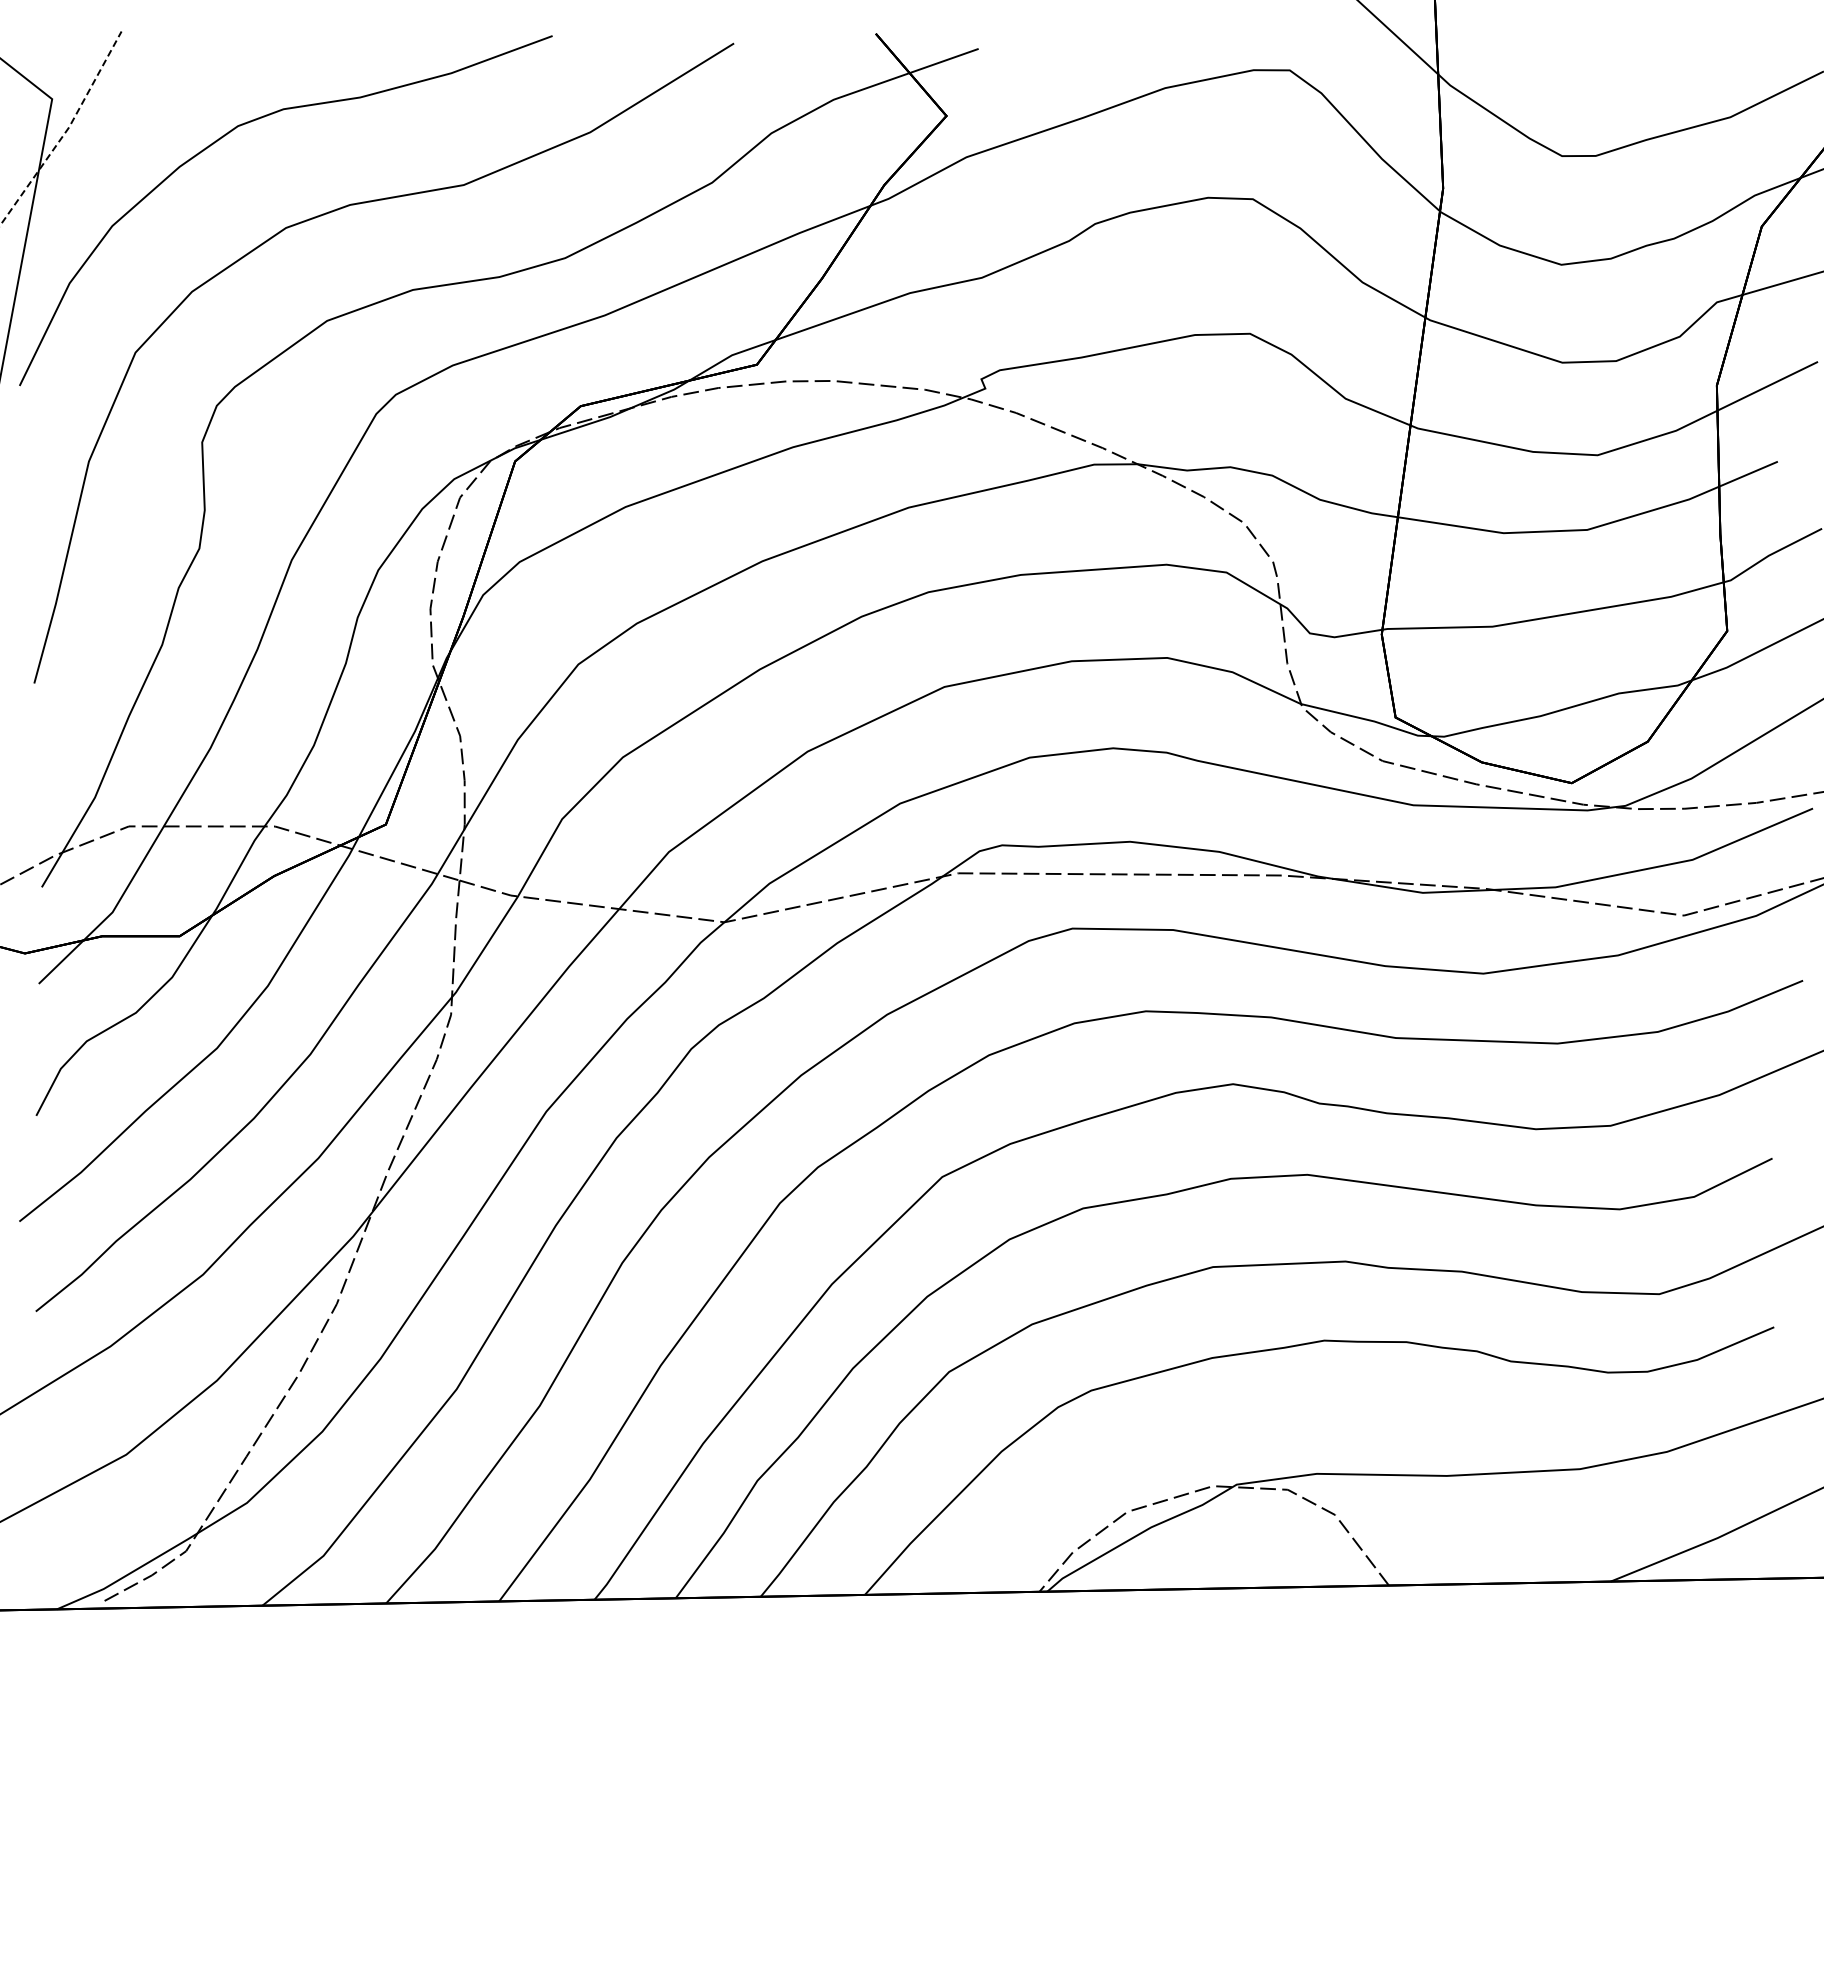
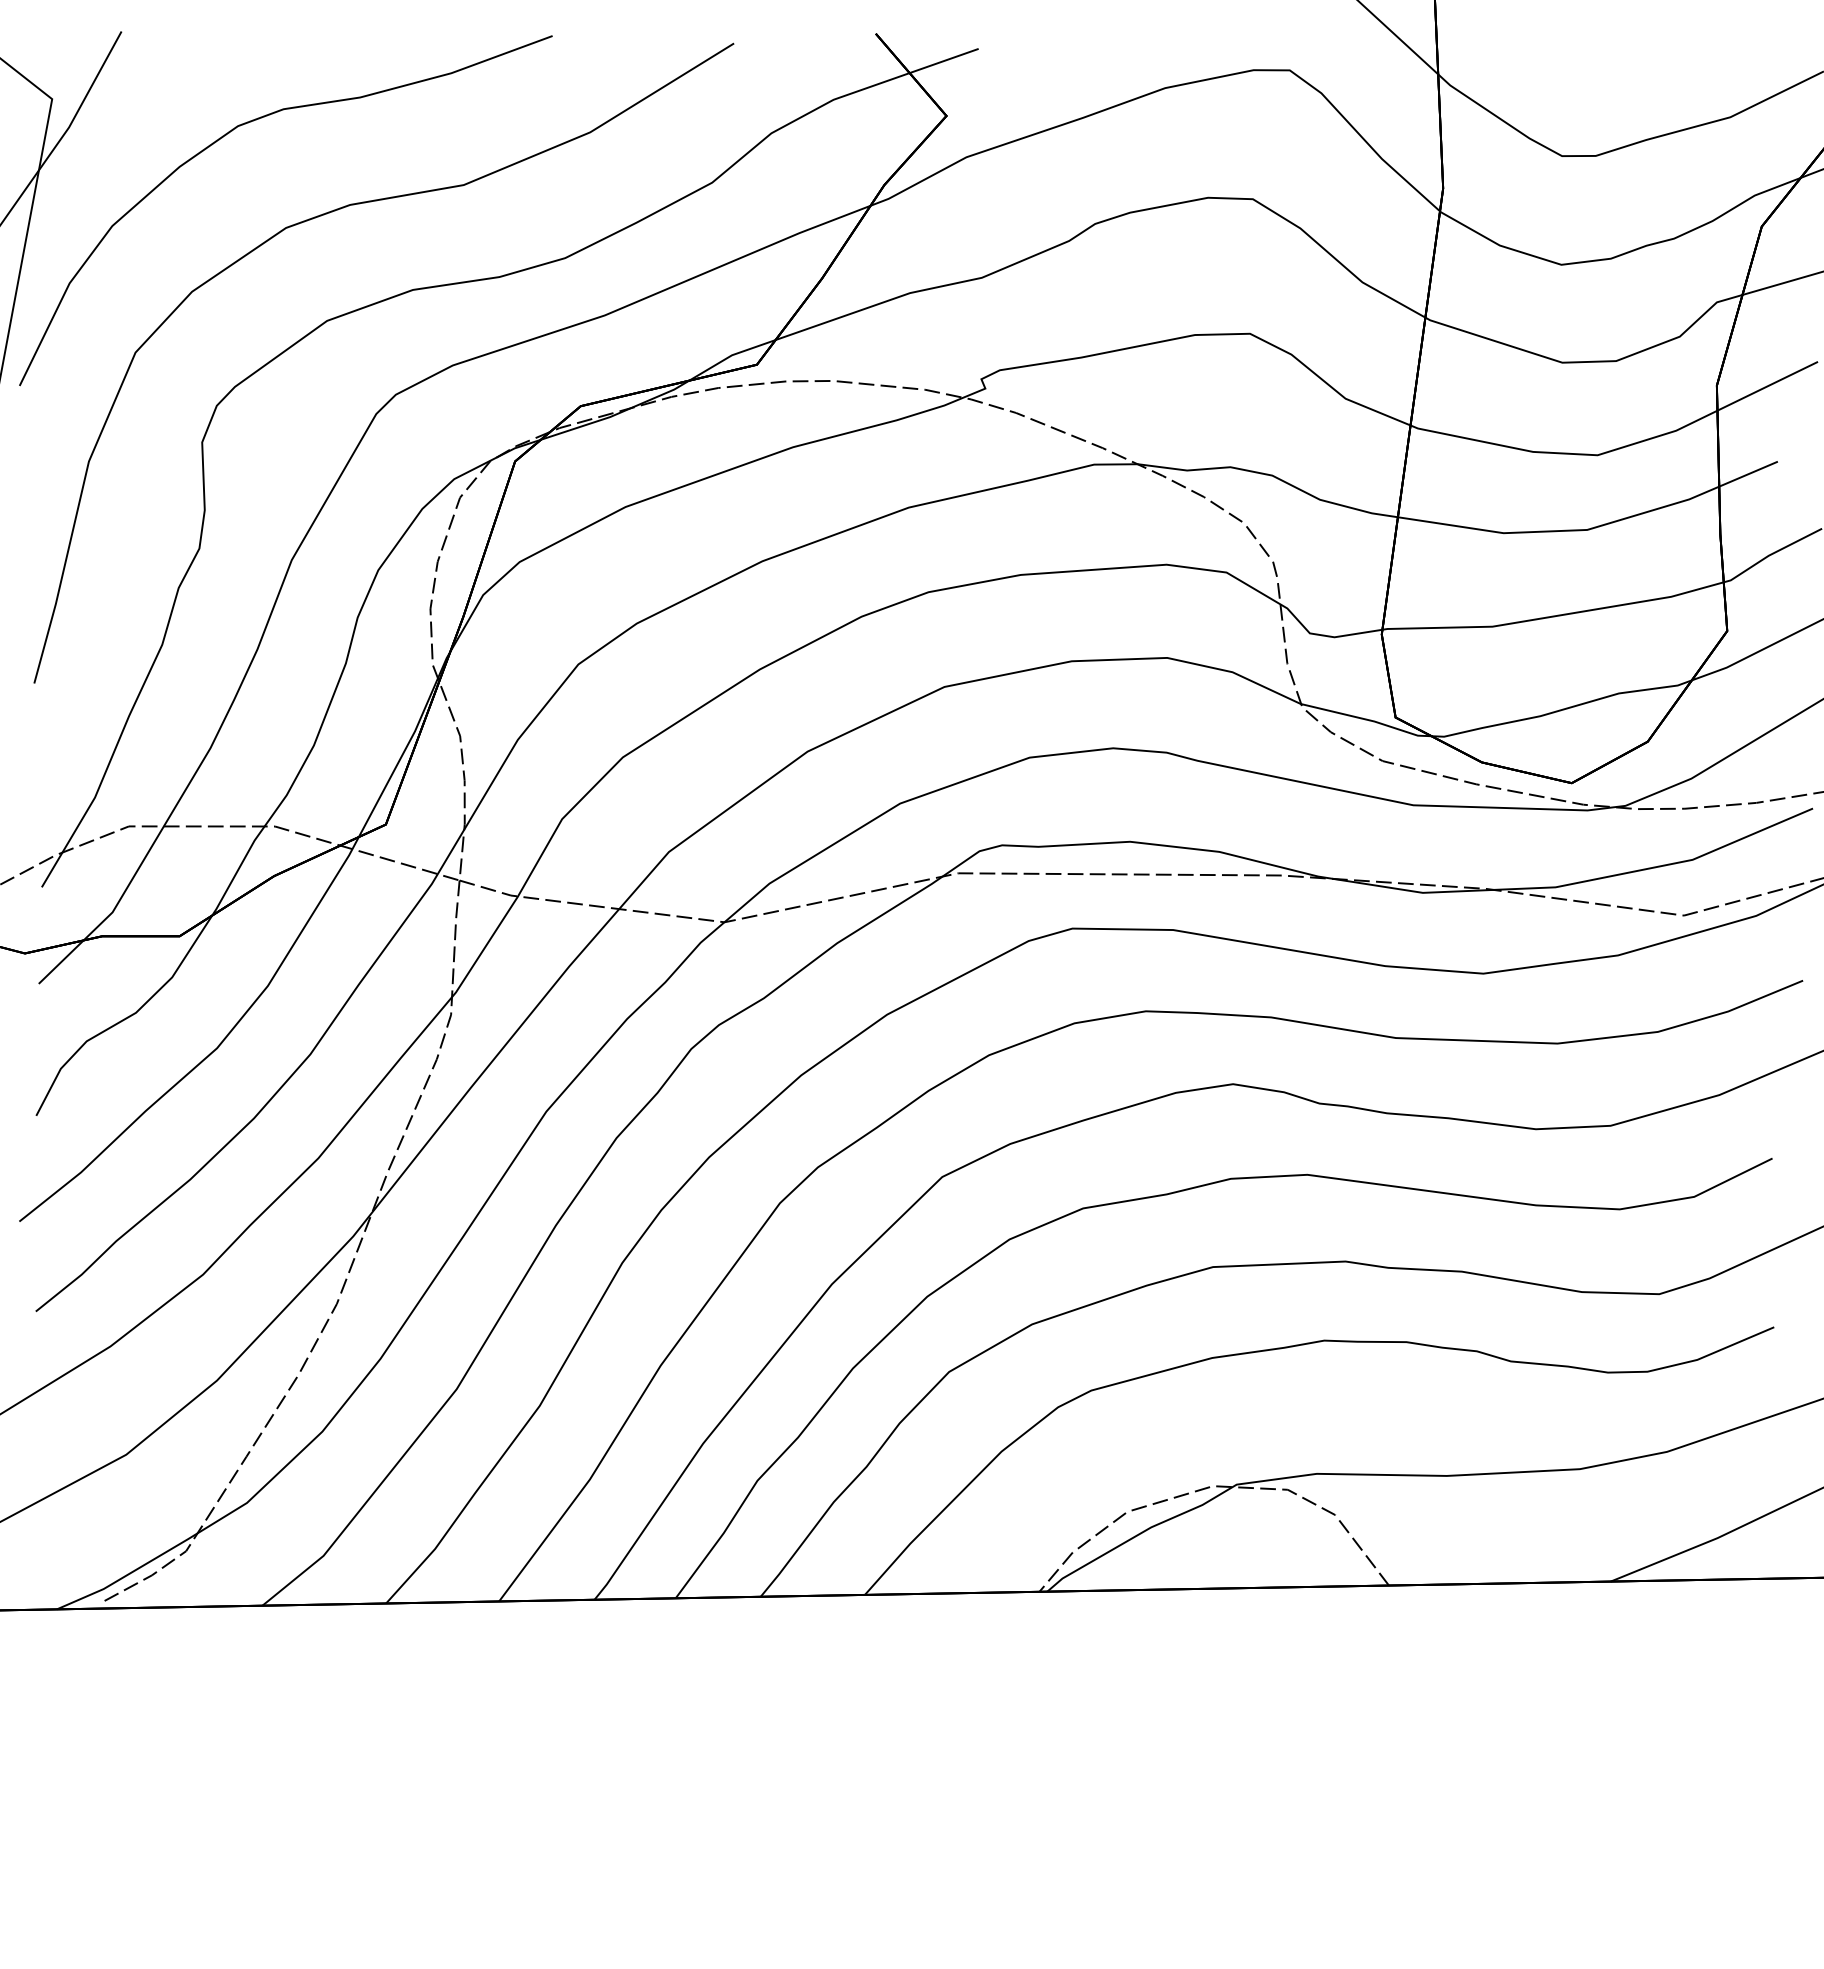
line at (66, 130): dashed -> solid
